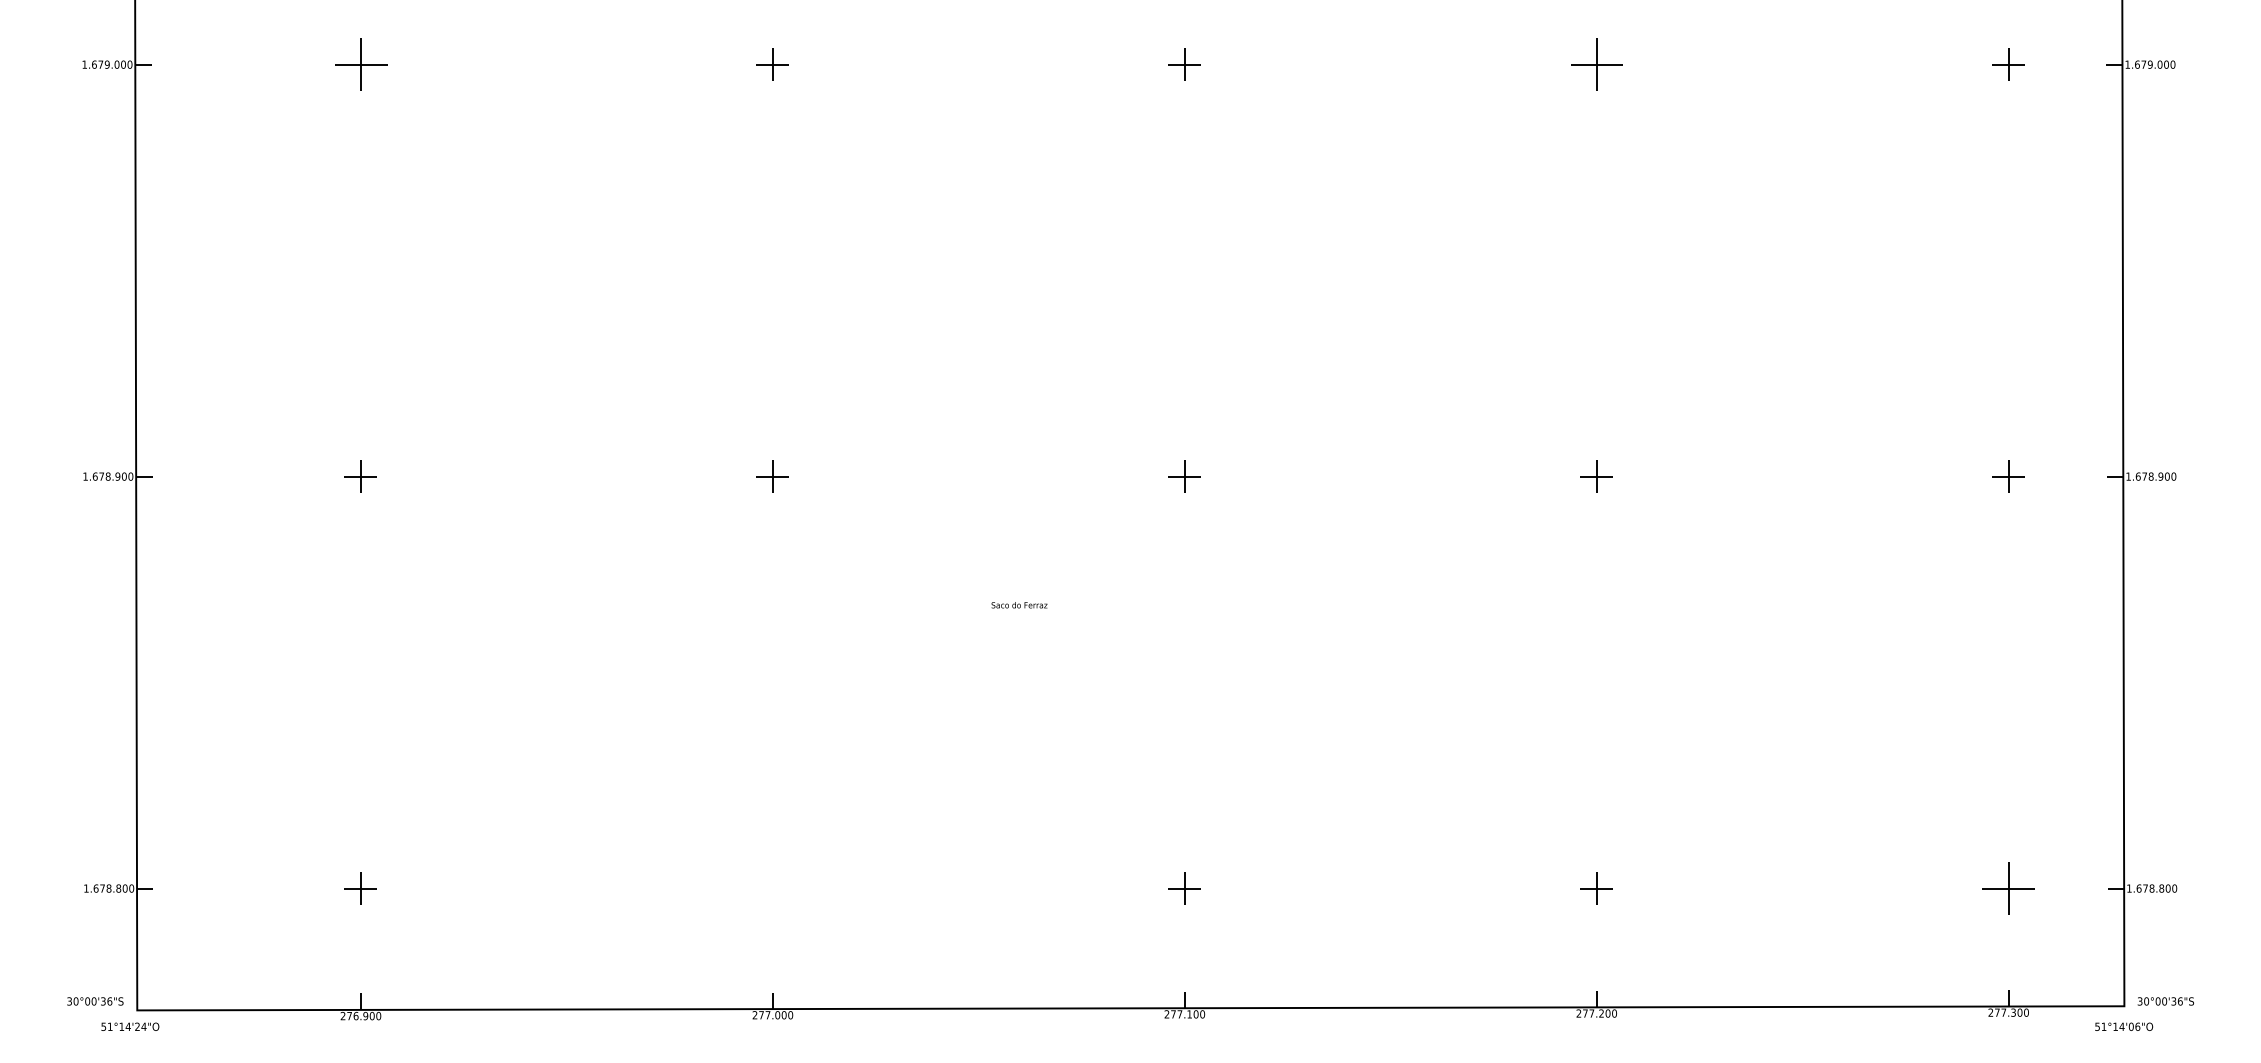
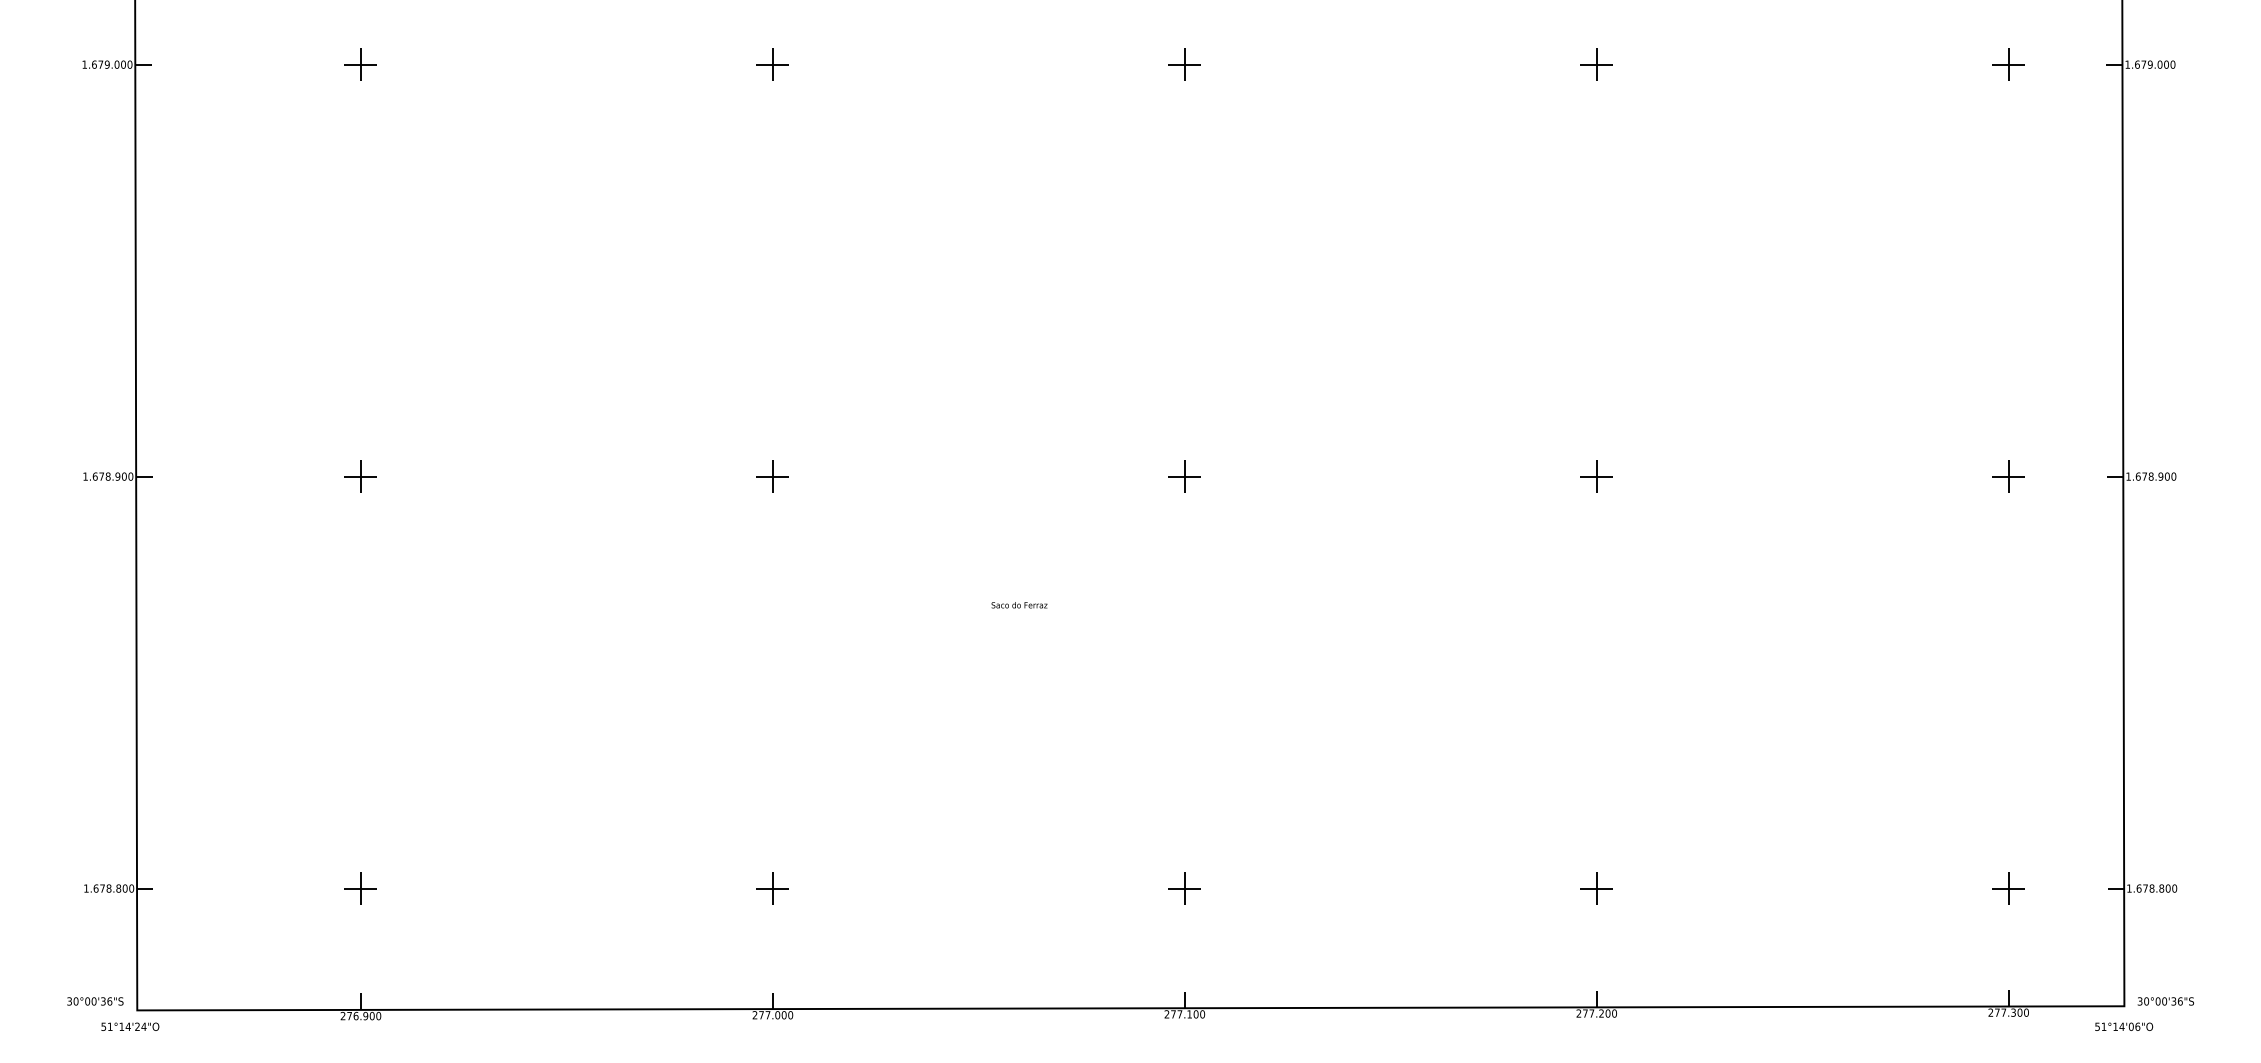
part at (361, 64) size: 53x53 px -> 33x33 px
part at (1596, 64) size: 52x53 px -> 33x33 px
part at (772, 888): none -> present
part at (2008, 888) size: 53x53 px -> 33x33 px
